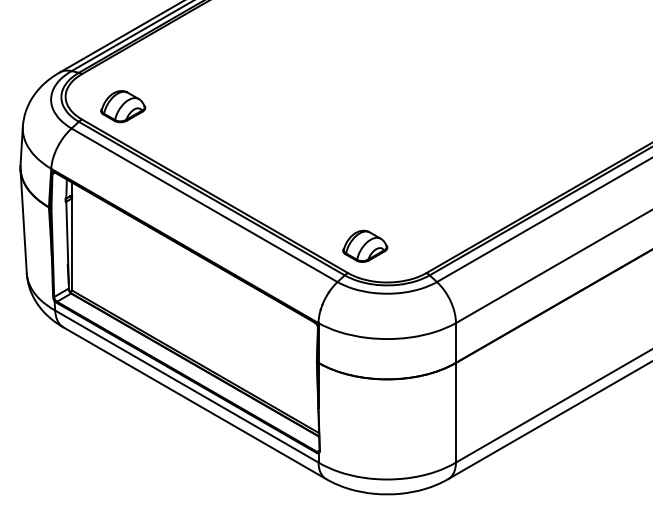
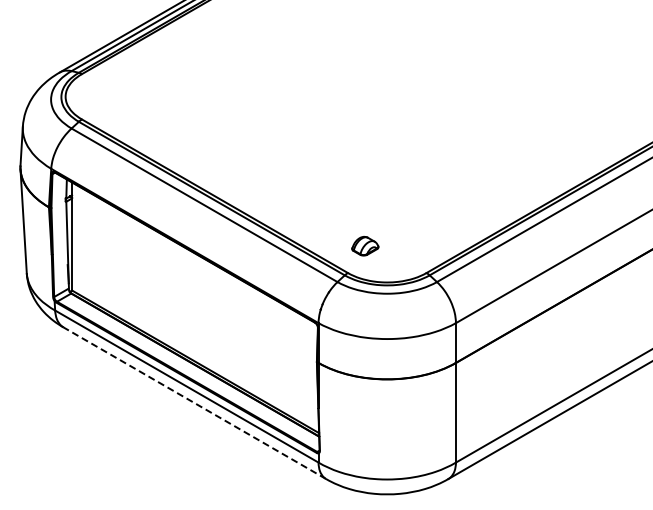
part at (123, 106): present -> none
part at (365, 245) size: 47x34 px -> 29x21 px
line at (194, 403): solid -> dashed
